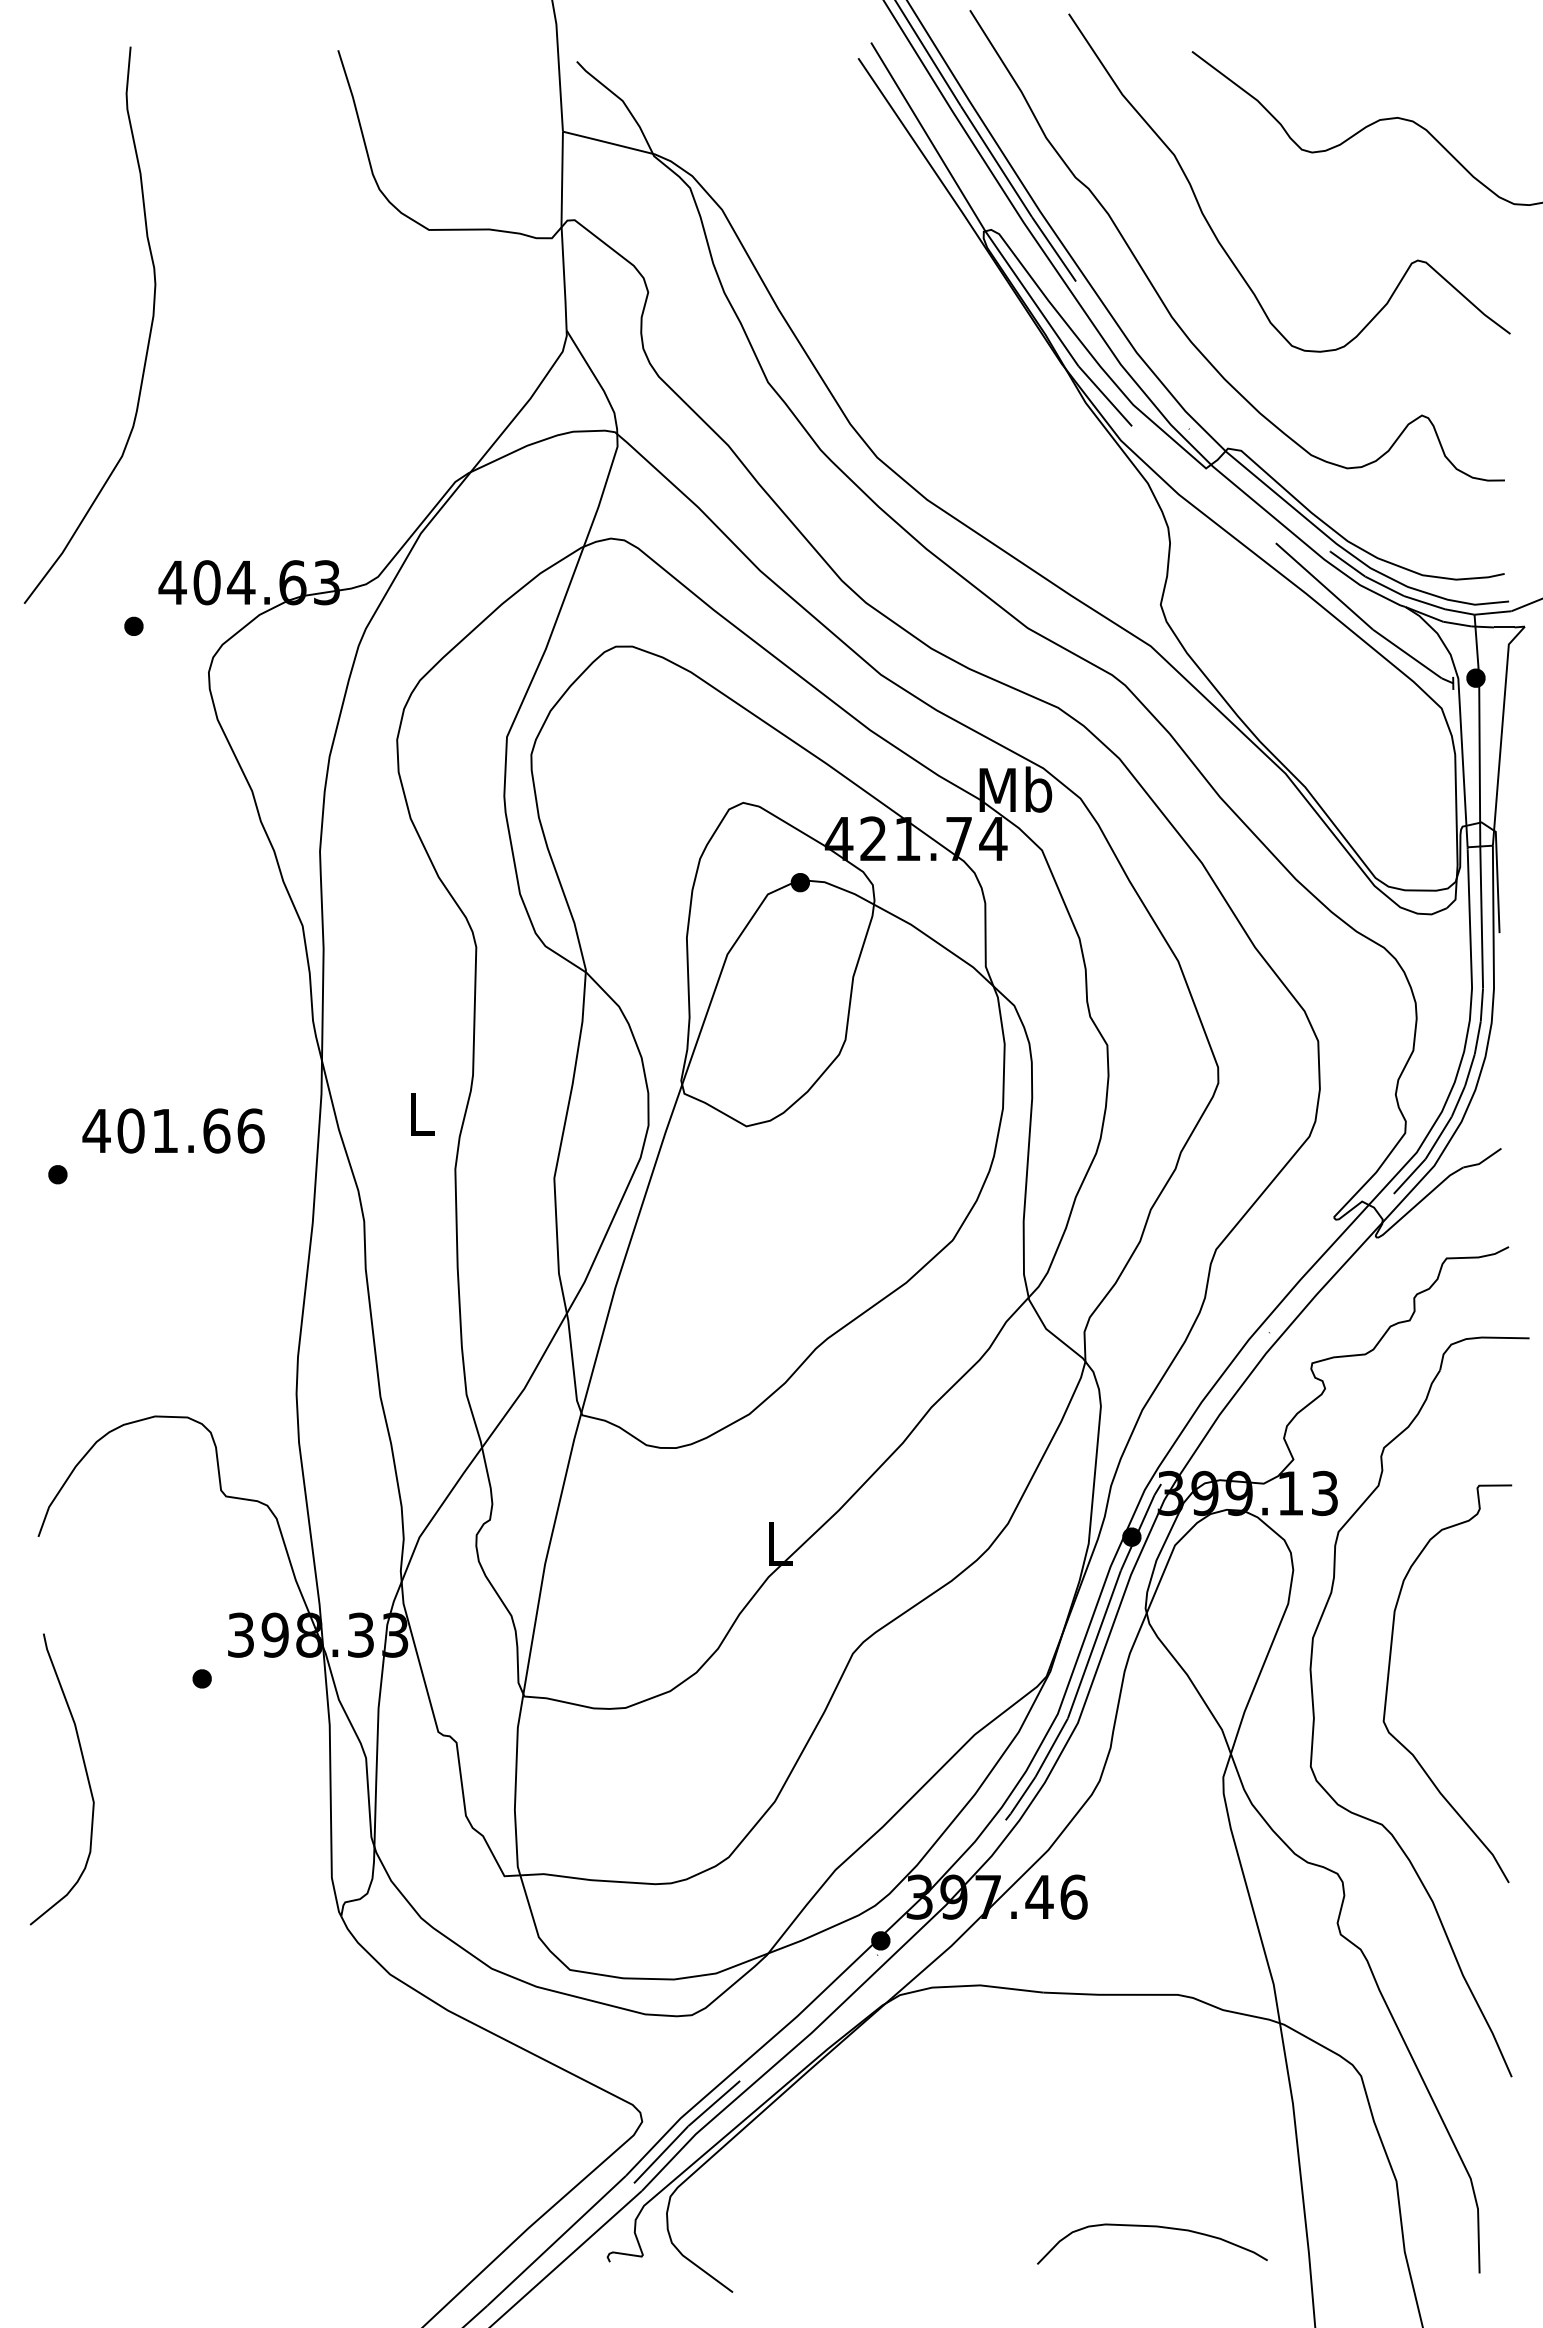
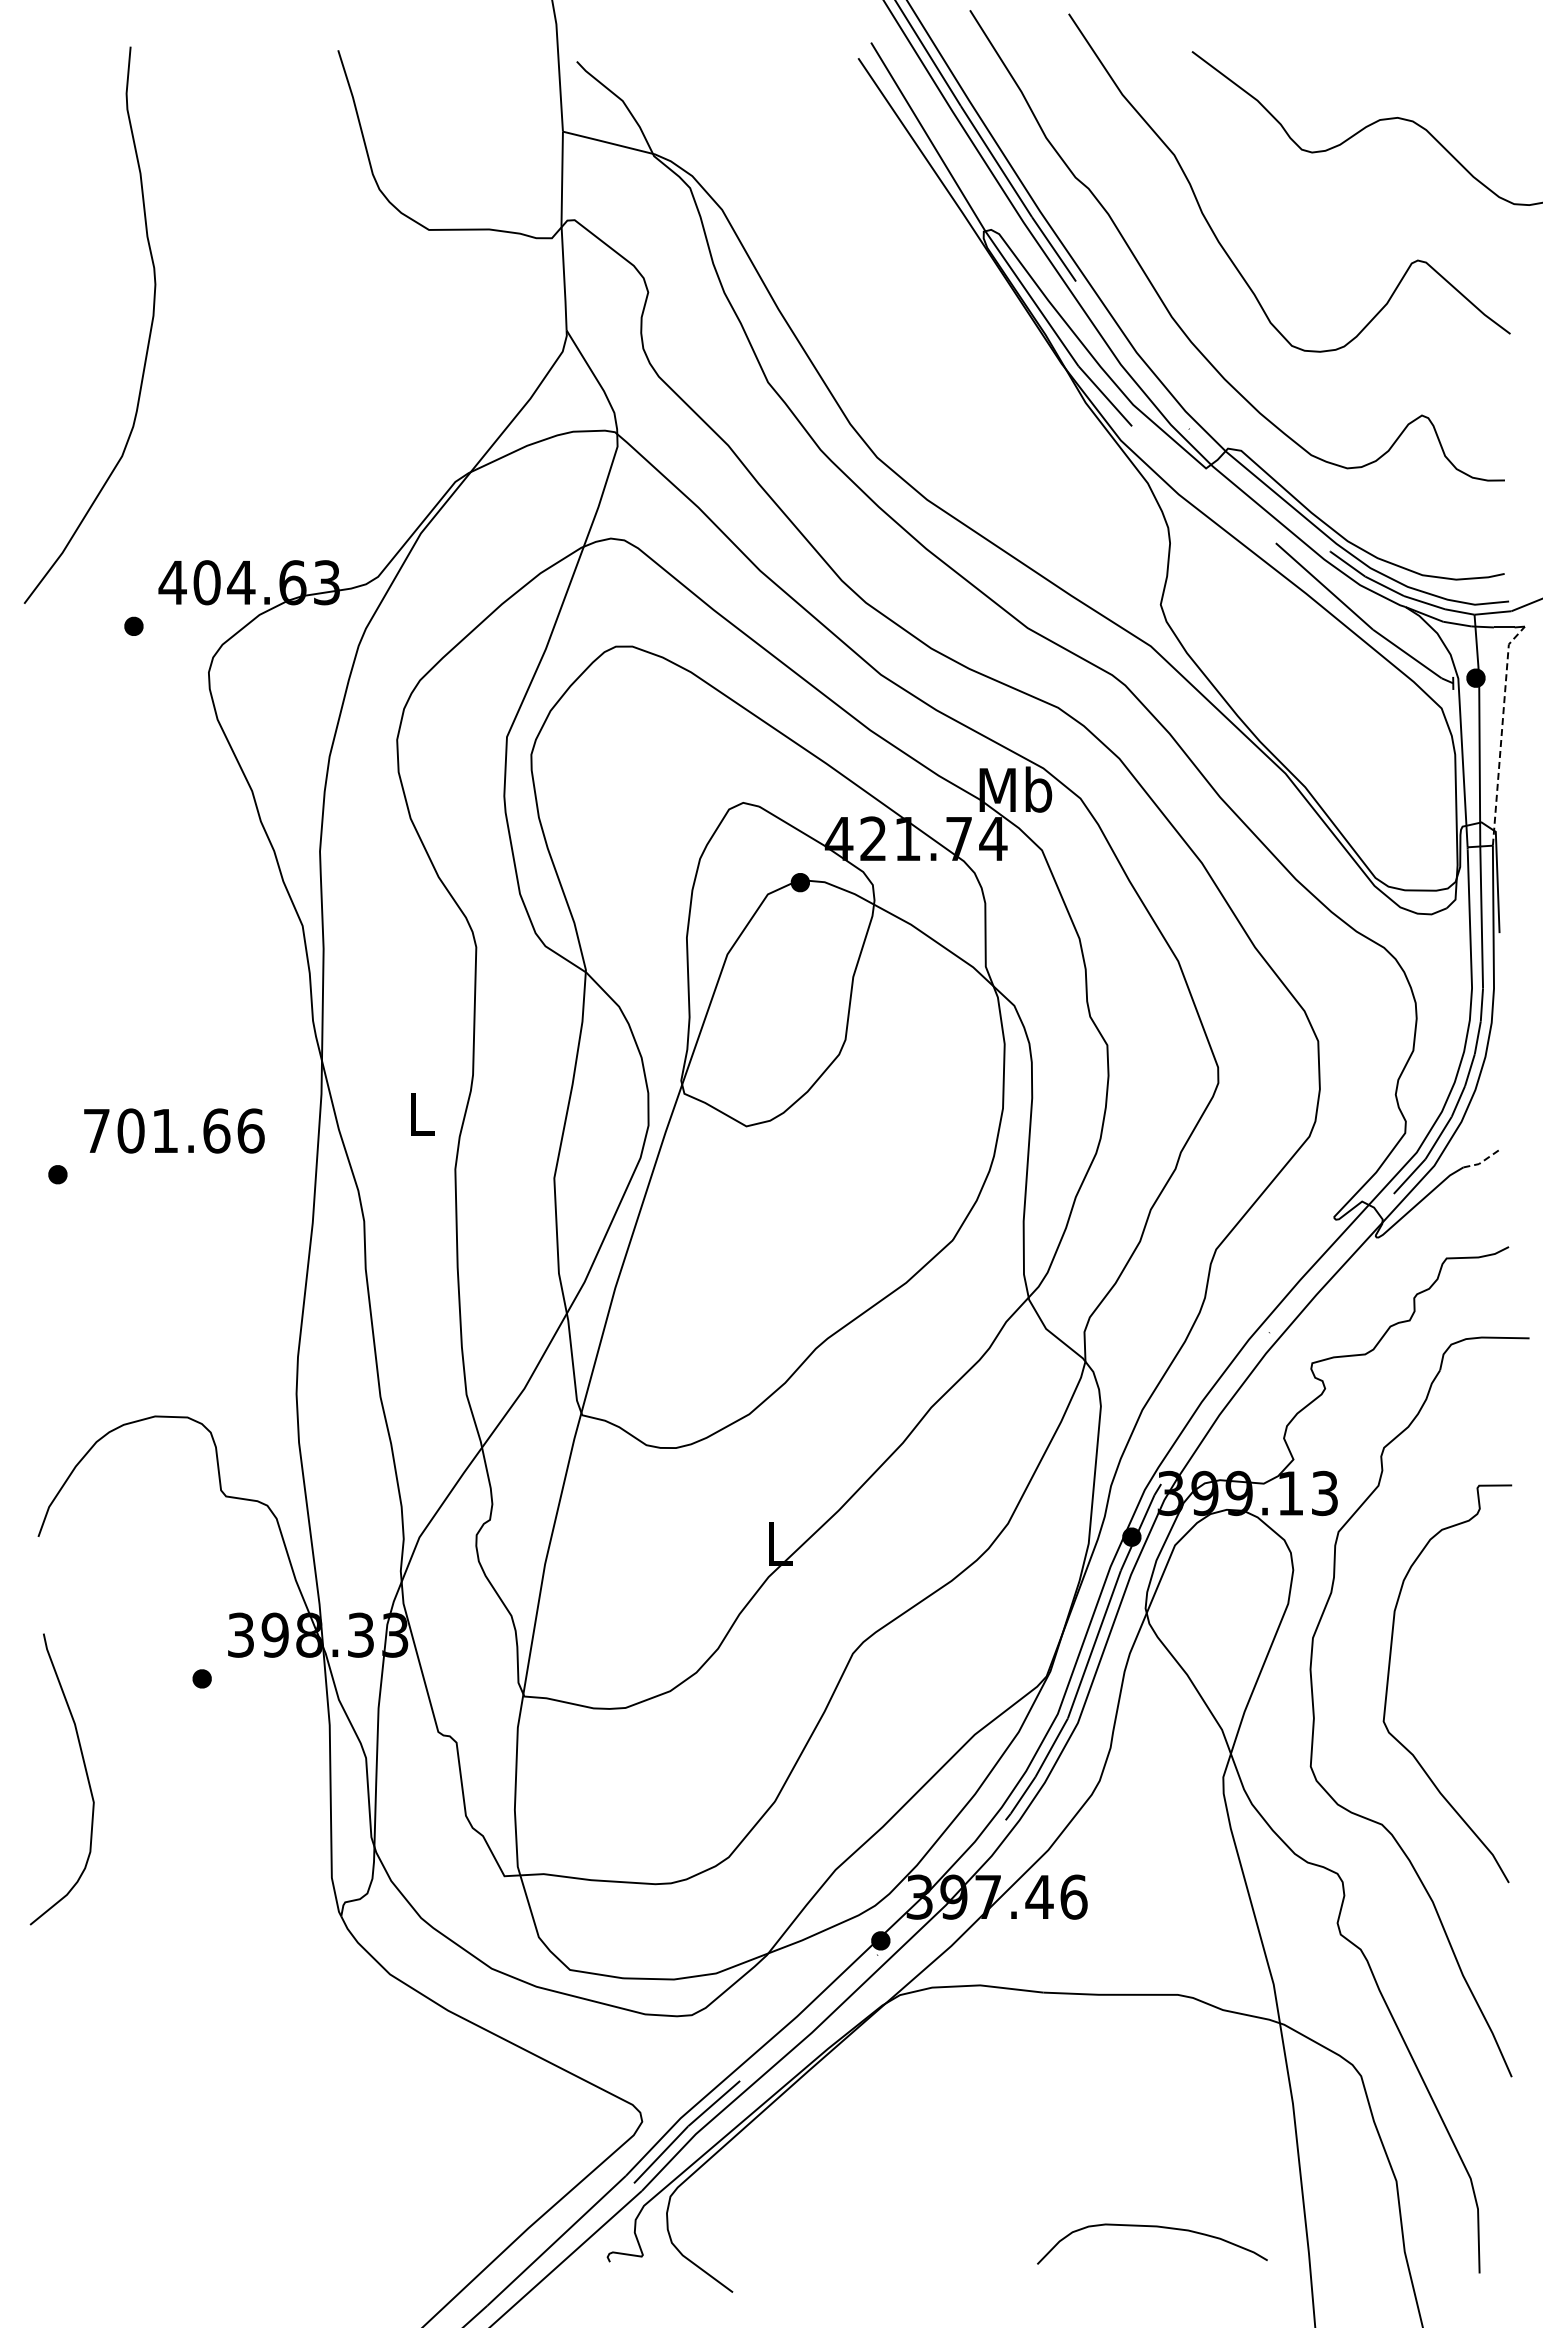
line at (1501, 732): solid -> dashed
text at (96, 1130): 401.66 -> 701.66
line at (1483, 1161): solid -> dashed
